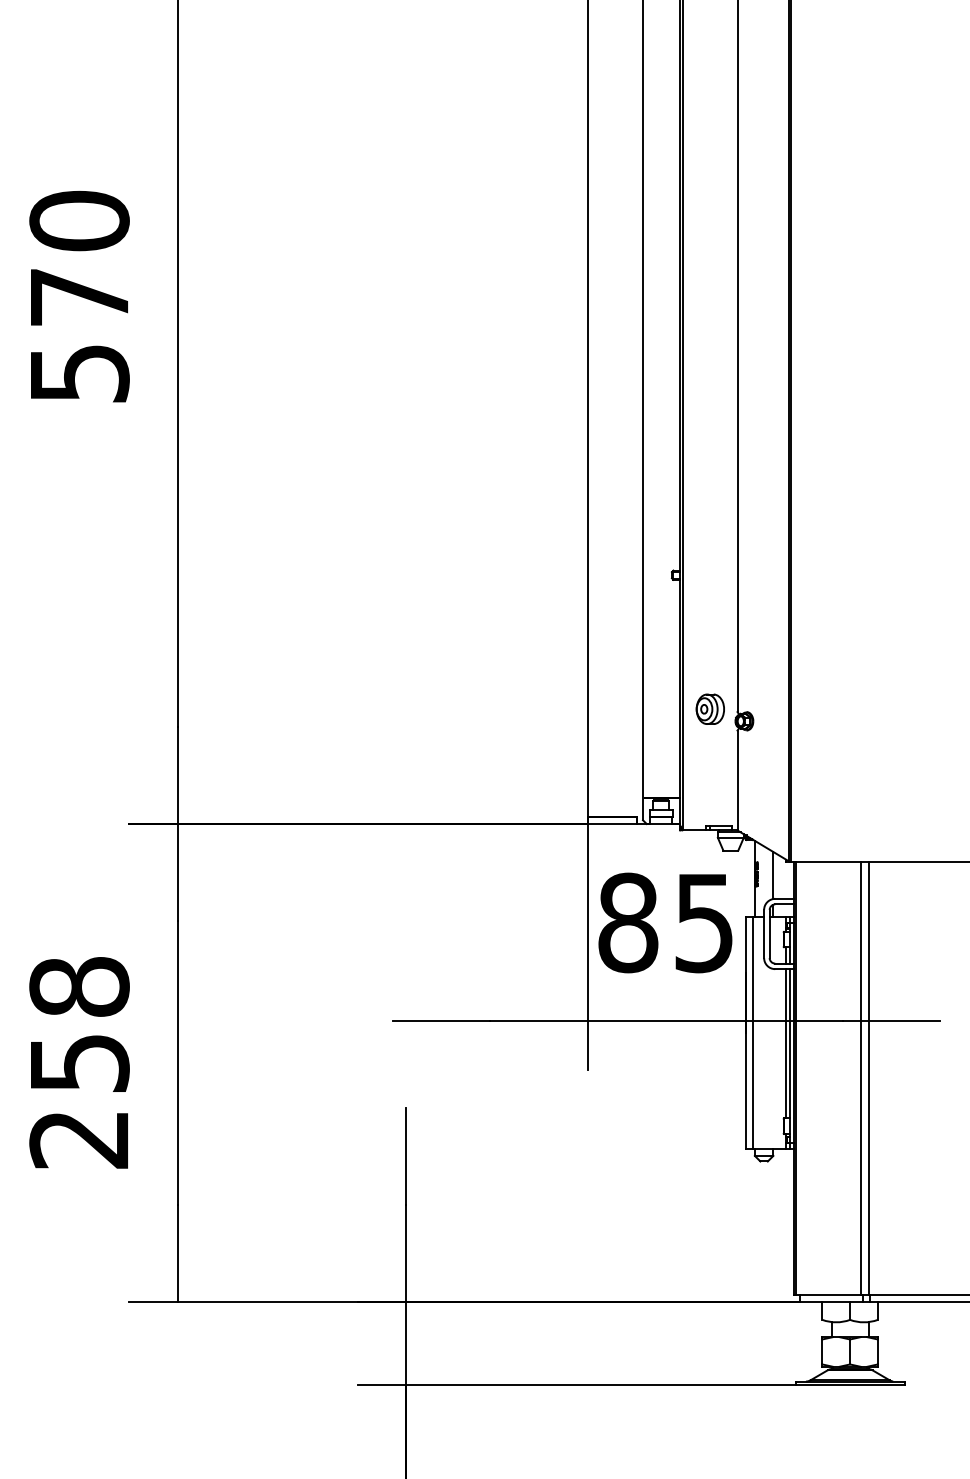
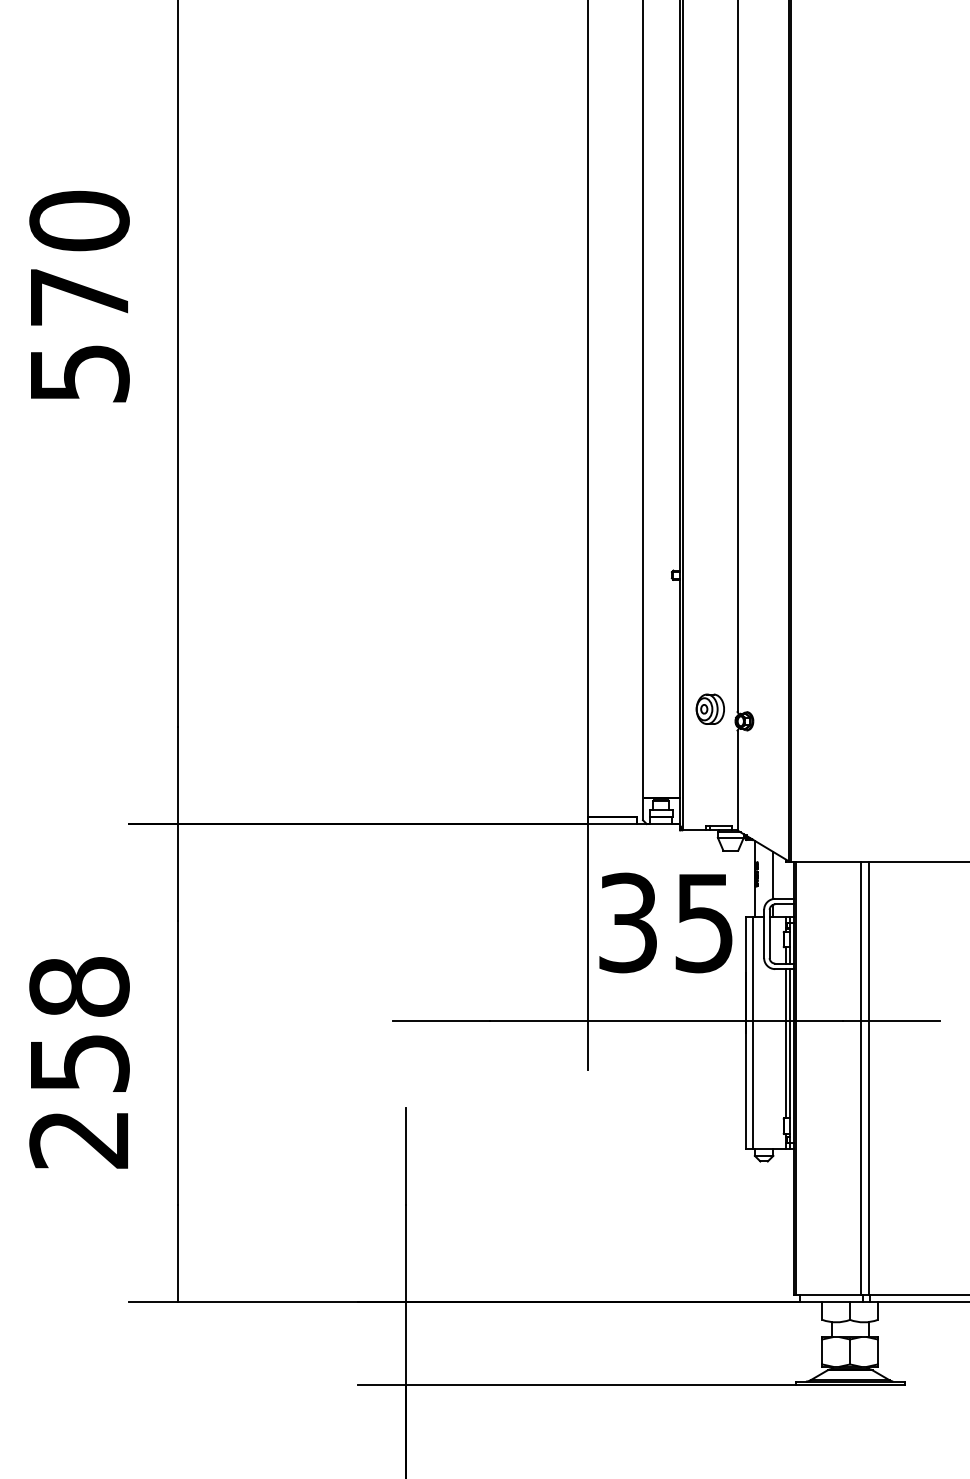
text at (628, 922): 85 -> 35
